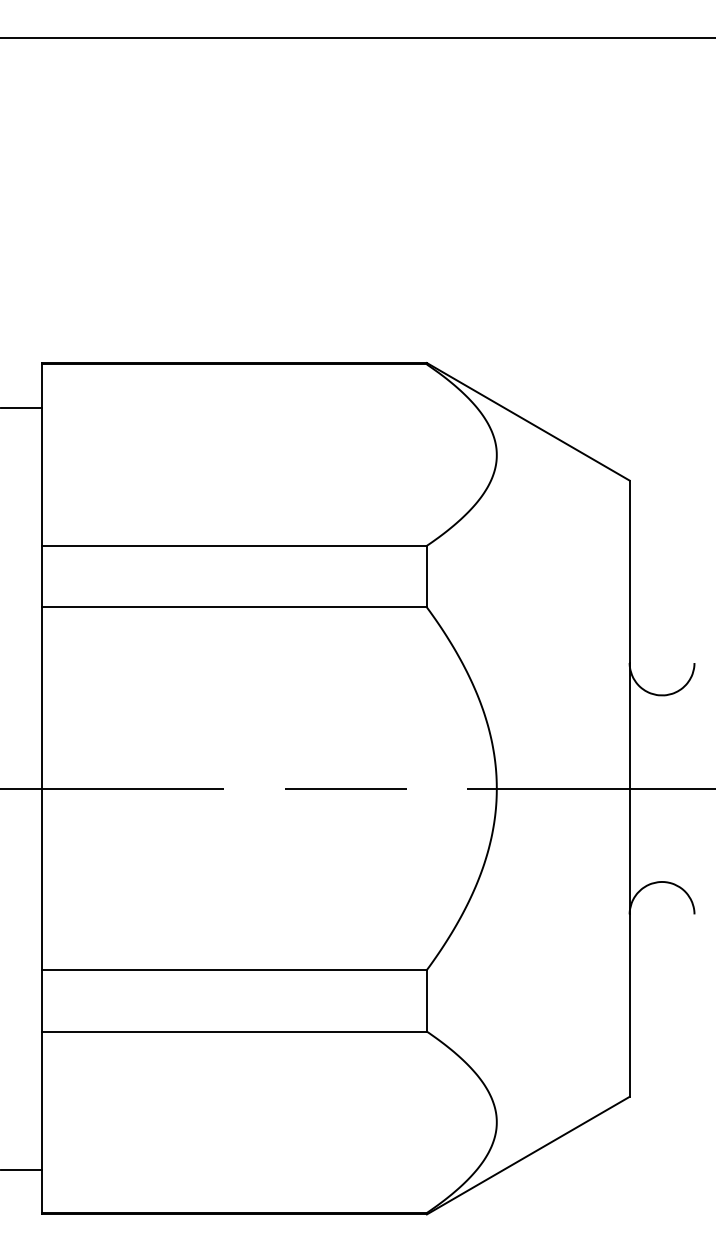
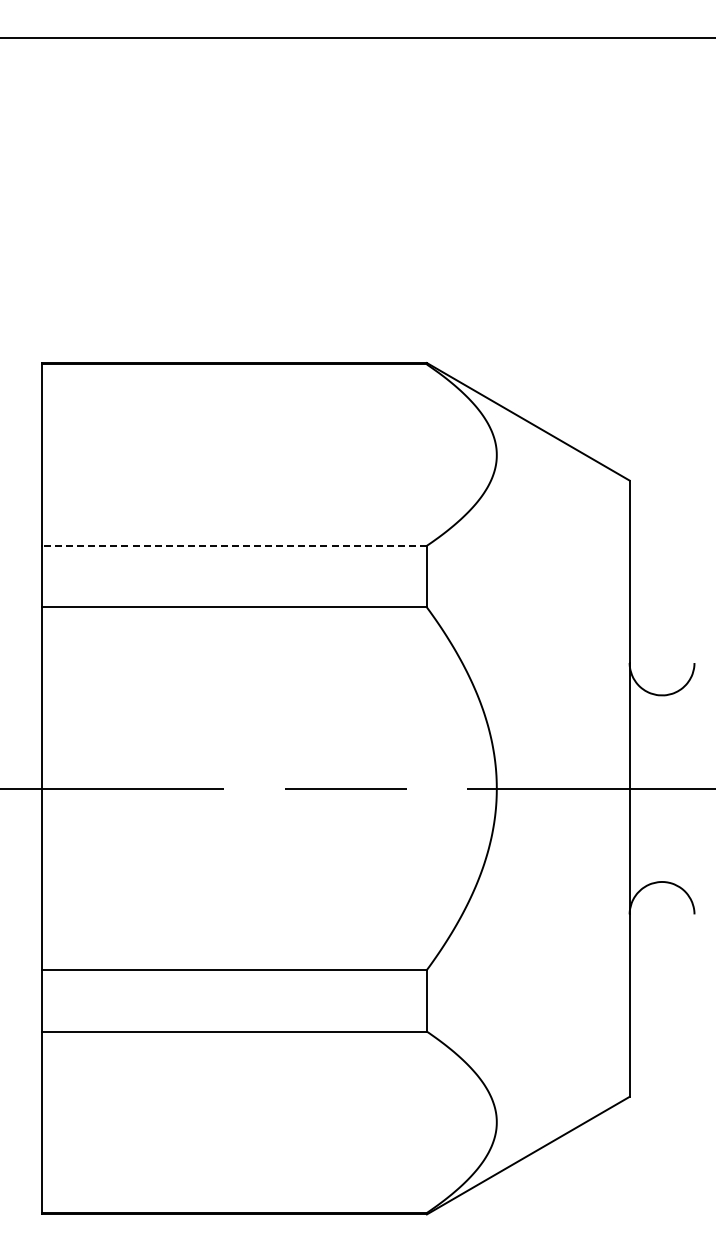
line at (21, 407): present -> none
line at (234, 545): solid -> dashed
line at (21, 1169): present -> none
